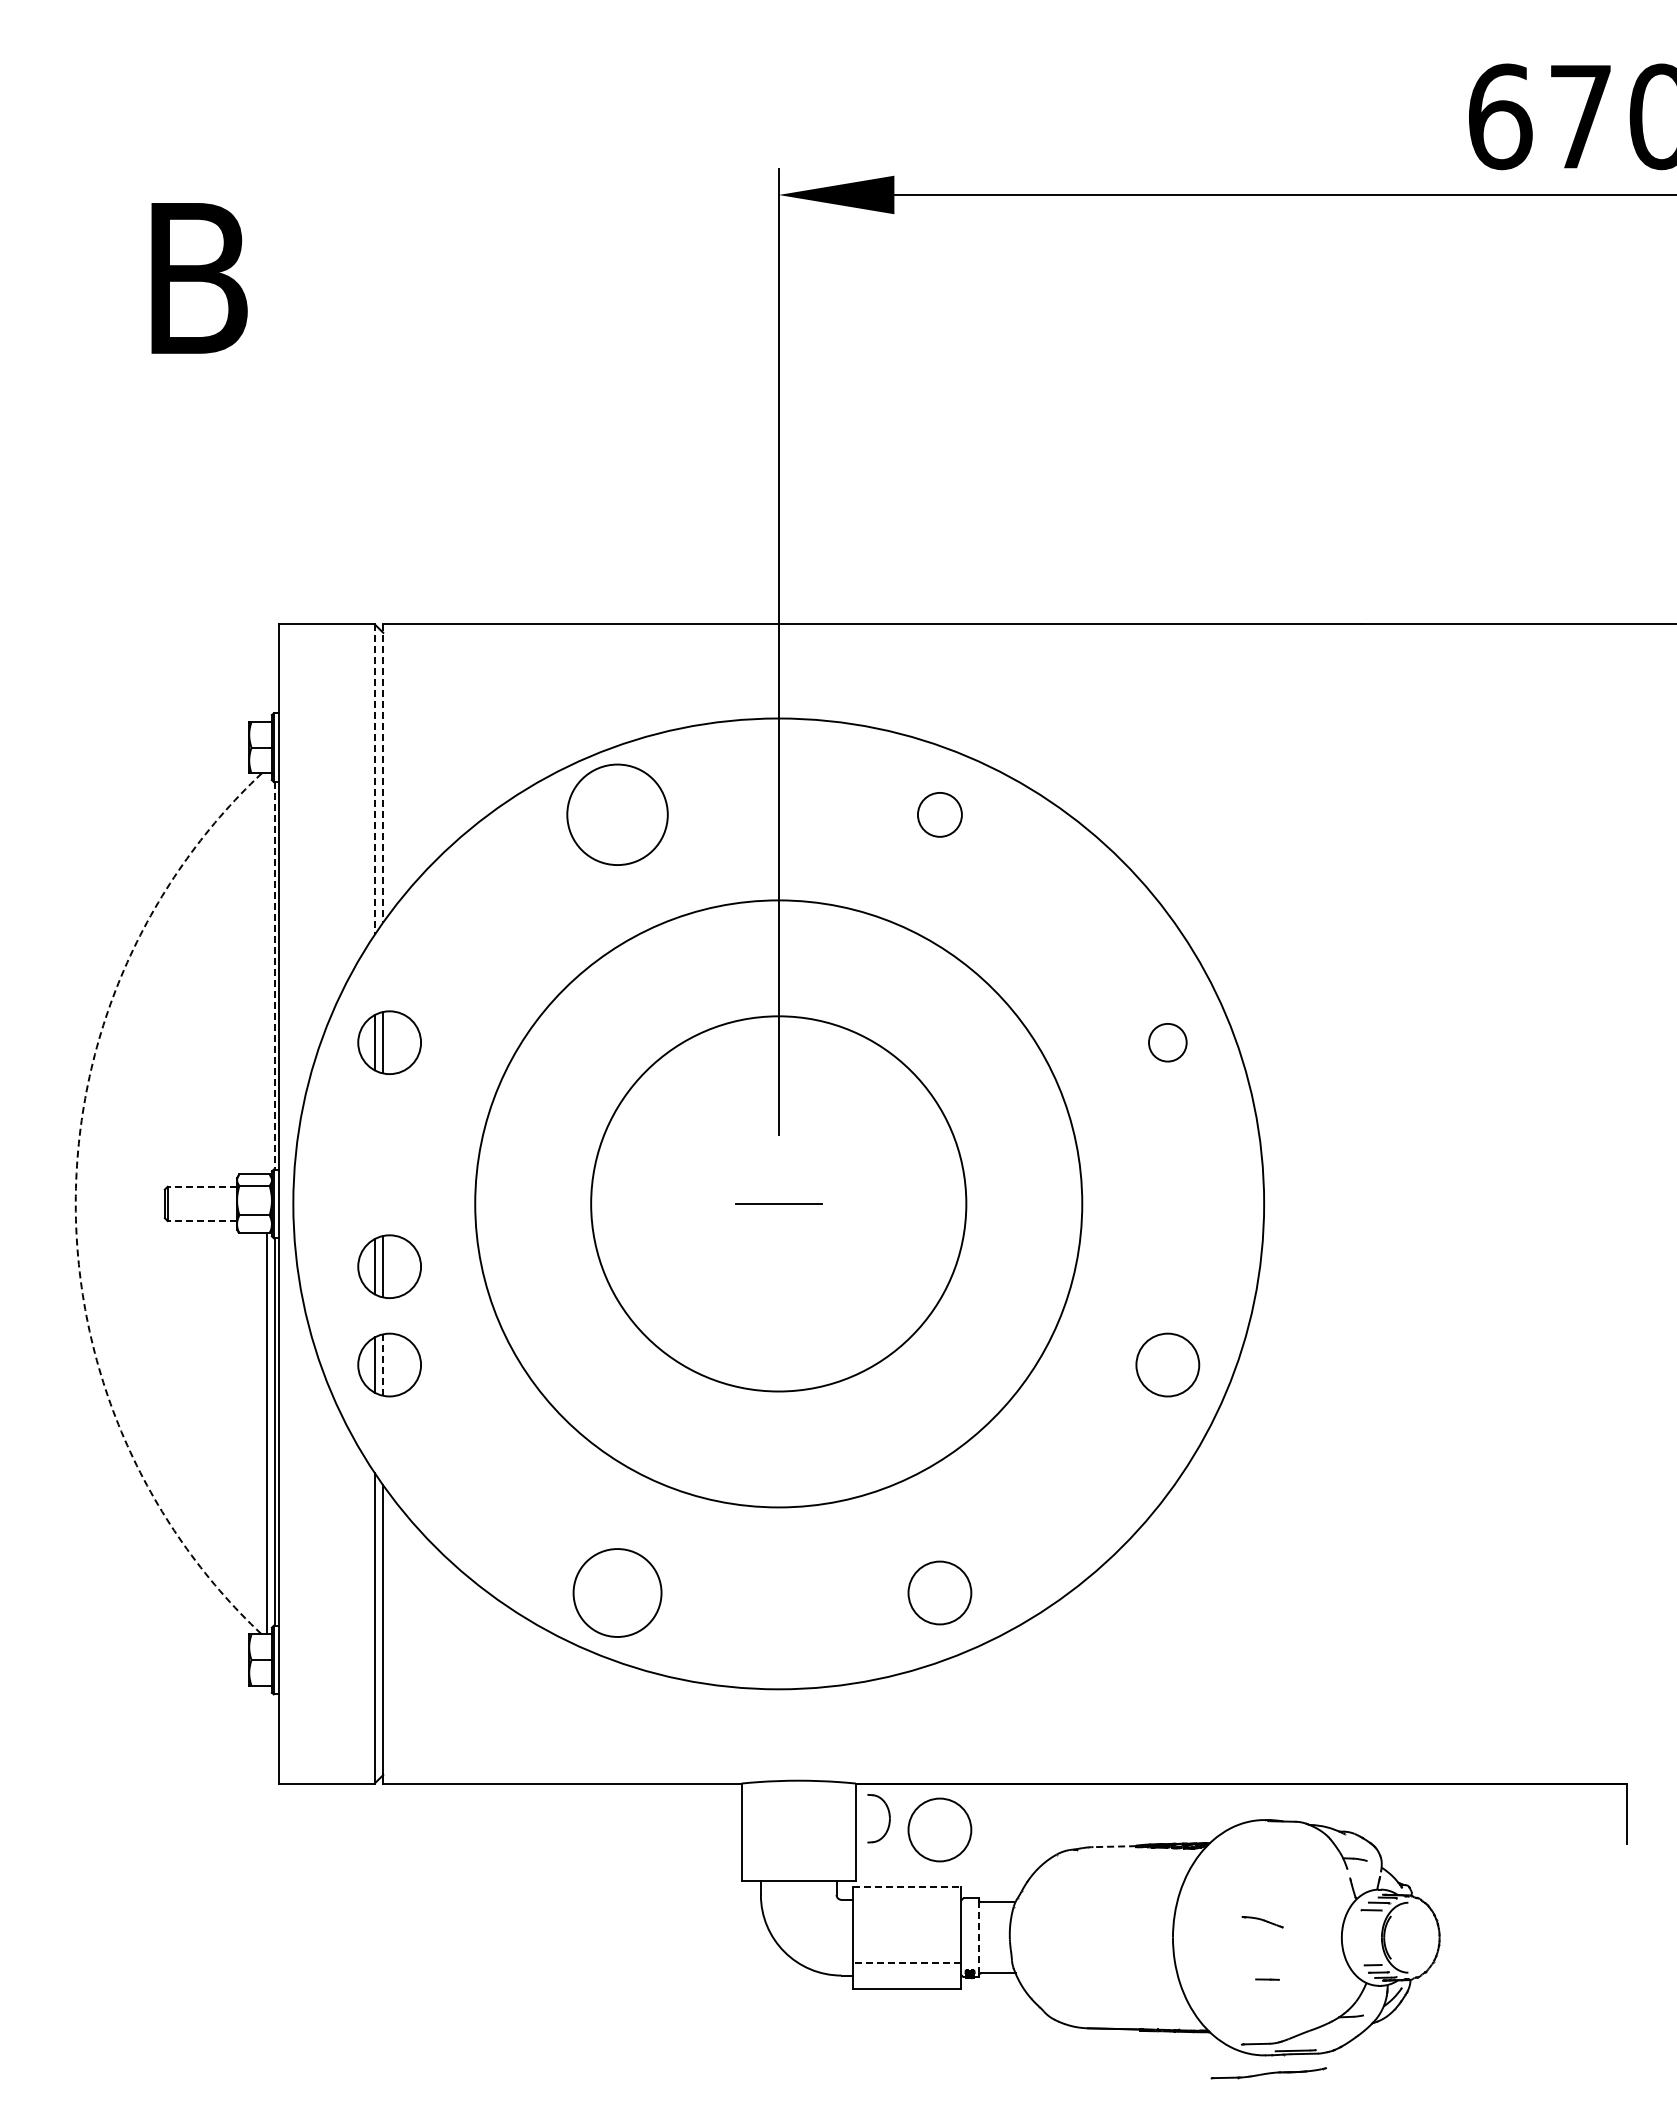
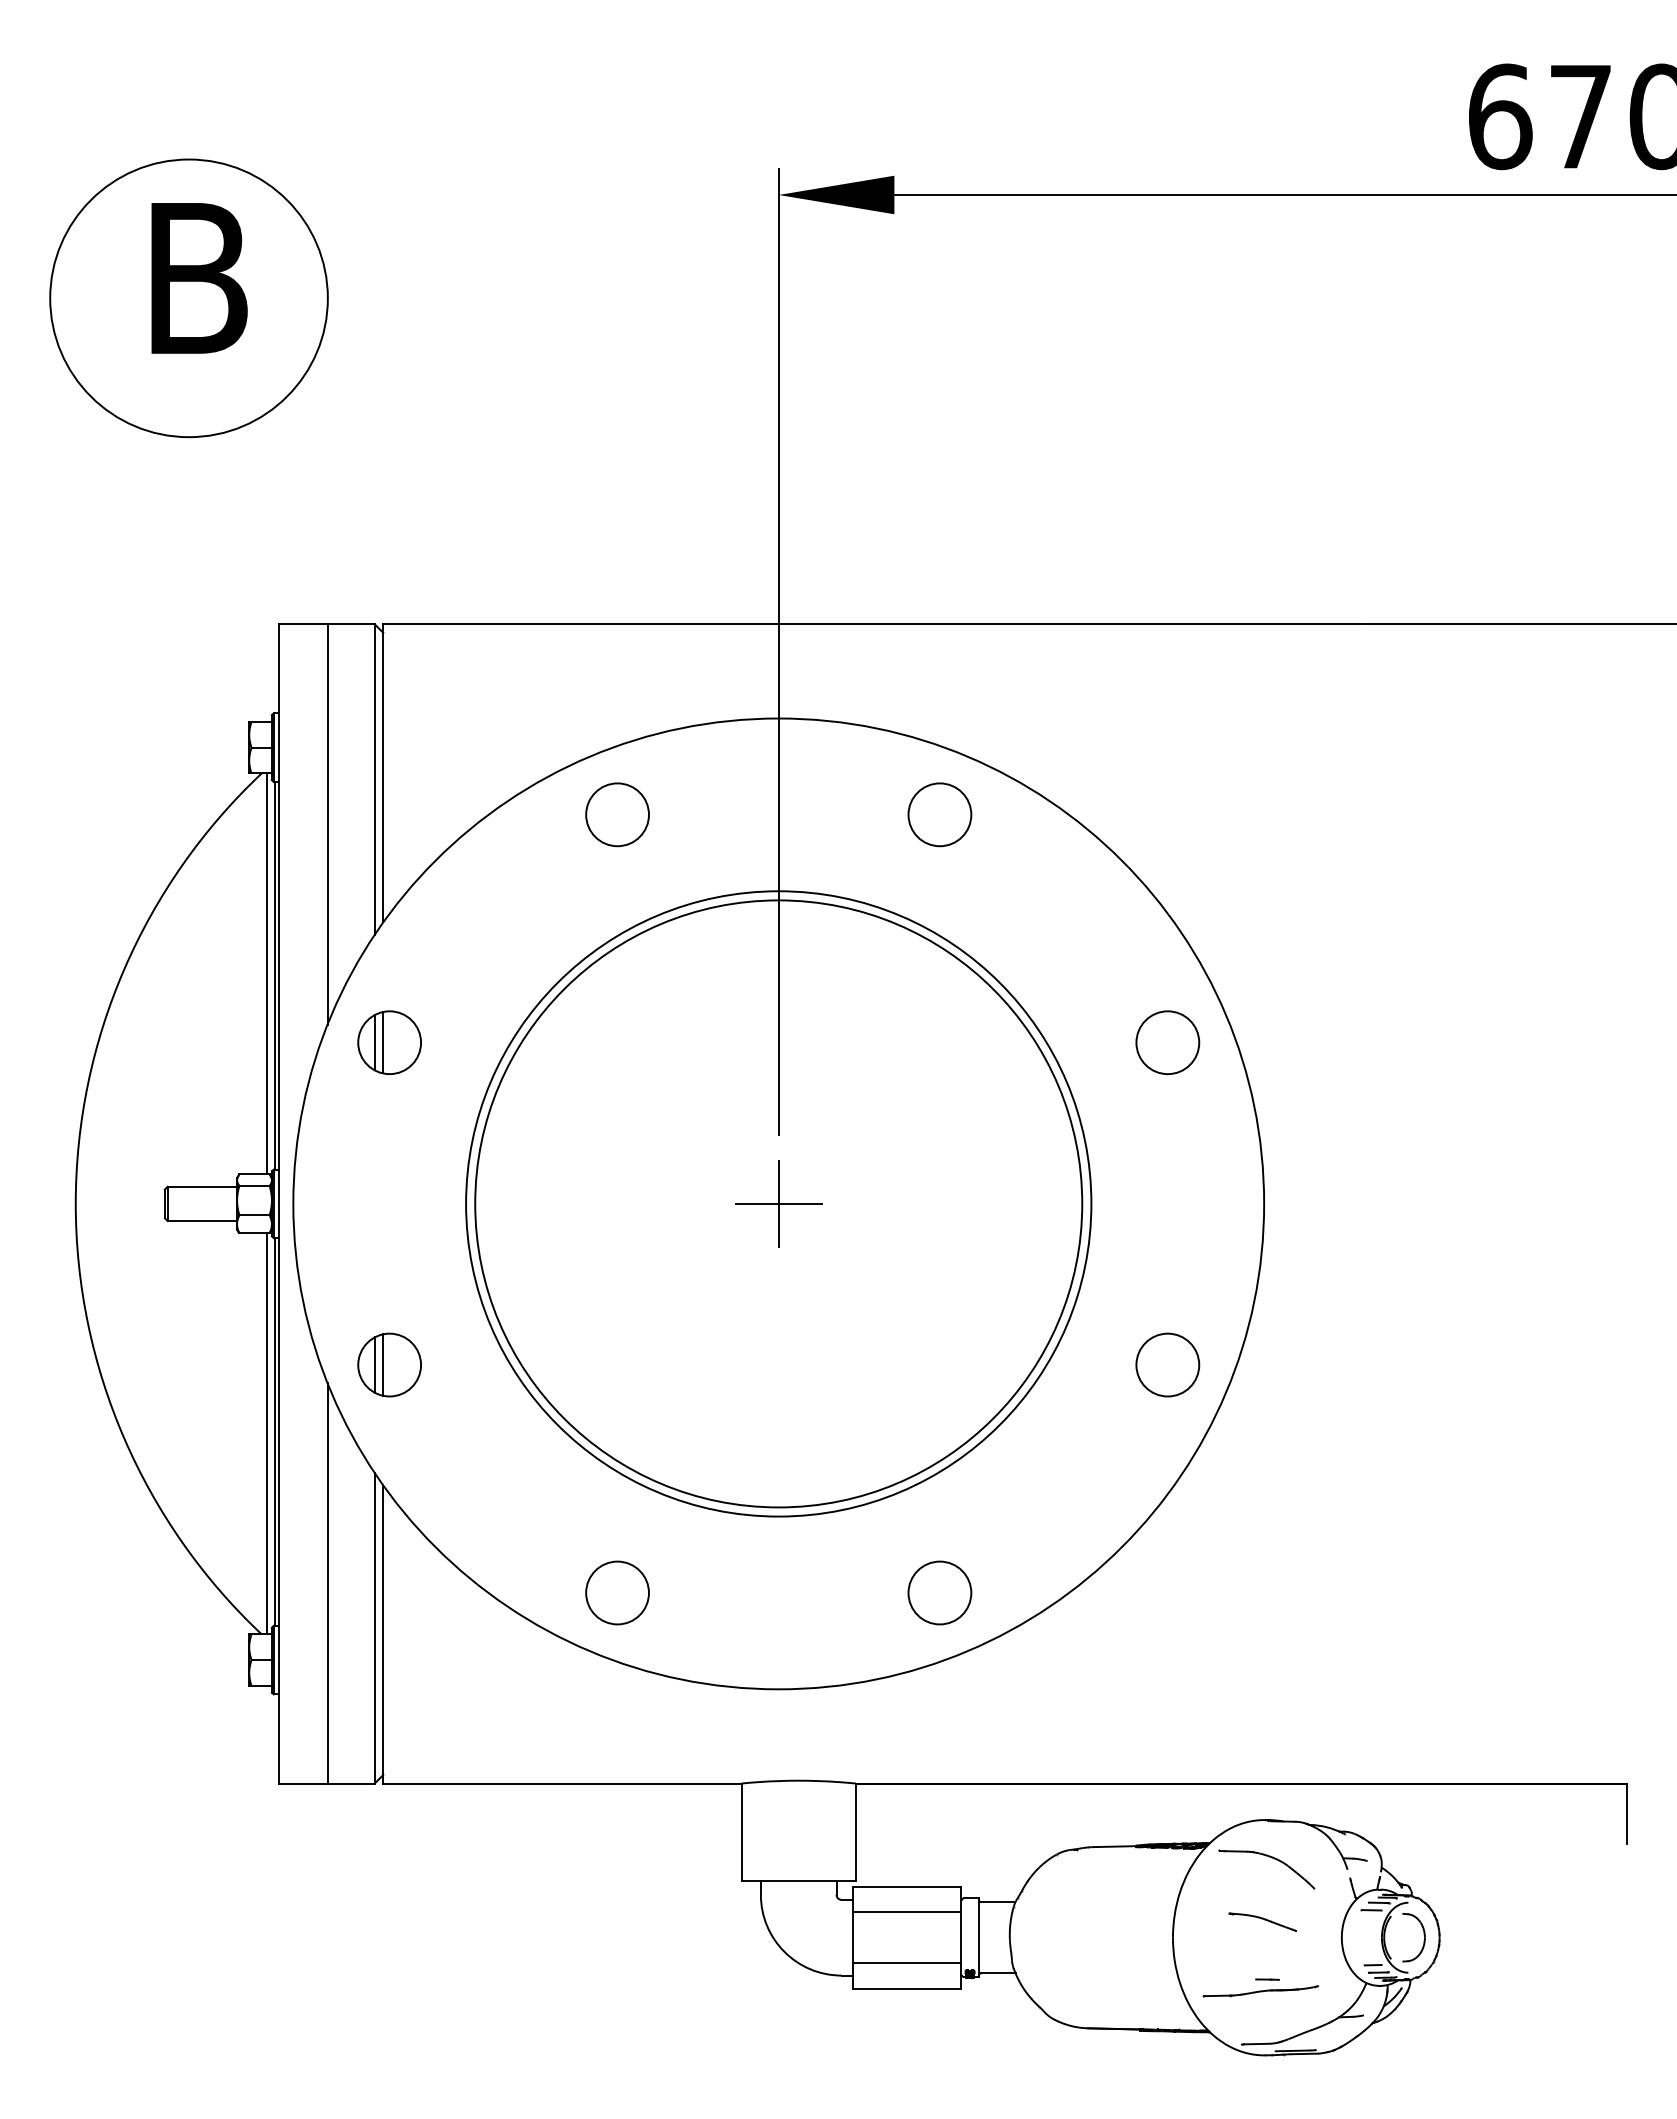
circle at (188, 298): none -> present
line at (383, 773): dashed -> solid
line at (374, 780): dashed -> solid
circle at (617, 814) diameter: 101 px -> 63 px
circle at (939, 814) size: 46x46 px -> 66x66 px
line at (327, 824): none -> present
line at (267, 973): none -> present
line at (274, 975): dashed -> solid
circle at (1167, 1042) diameter: 38 px -> 63 px
line at (202, 1186): dashed -> solid
arc at (75, 1203): dashed -> solid
circle at (778, 1203) diameter: 375 px -> 625 px
line at (778, 1203): none -> present
line at (202, 1221): dashed -> solid
part at (389, 1266): present -> none
line at (383, 1365): dashed -> solid
line at (327, 1582): none -> present
circle at (617, 1592) diameter: 88 px -> 63 px
part at (888, 1815) position: (888, 1815) -> (1423, 1934)
circle at (939, 1829): present -> none
line at (1114, 1846): dashed -> solid
part at (1271, 1858): none -> present
line at (907, 1886): dashed -> solid
line at (906, 1912): none -> present
part at (1262, 1922) size: 43x13 px -> 69x20 px
line at (978, 1937): dashed -> solid
line at (906, 1963): dashed -> solid
part at (1268, 2073) position: (1268, 2073) -> (1260, 1991)
